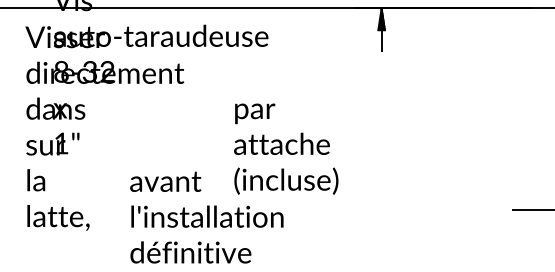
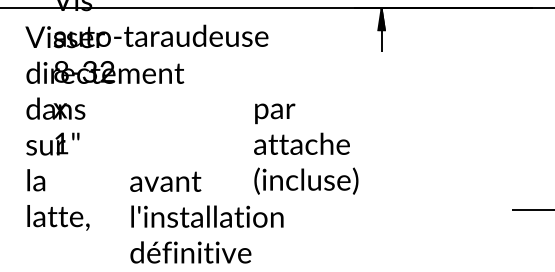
text at (286, 148) position: (286, 148) -> (306, 148)
